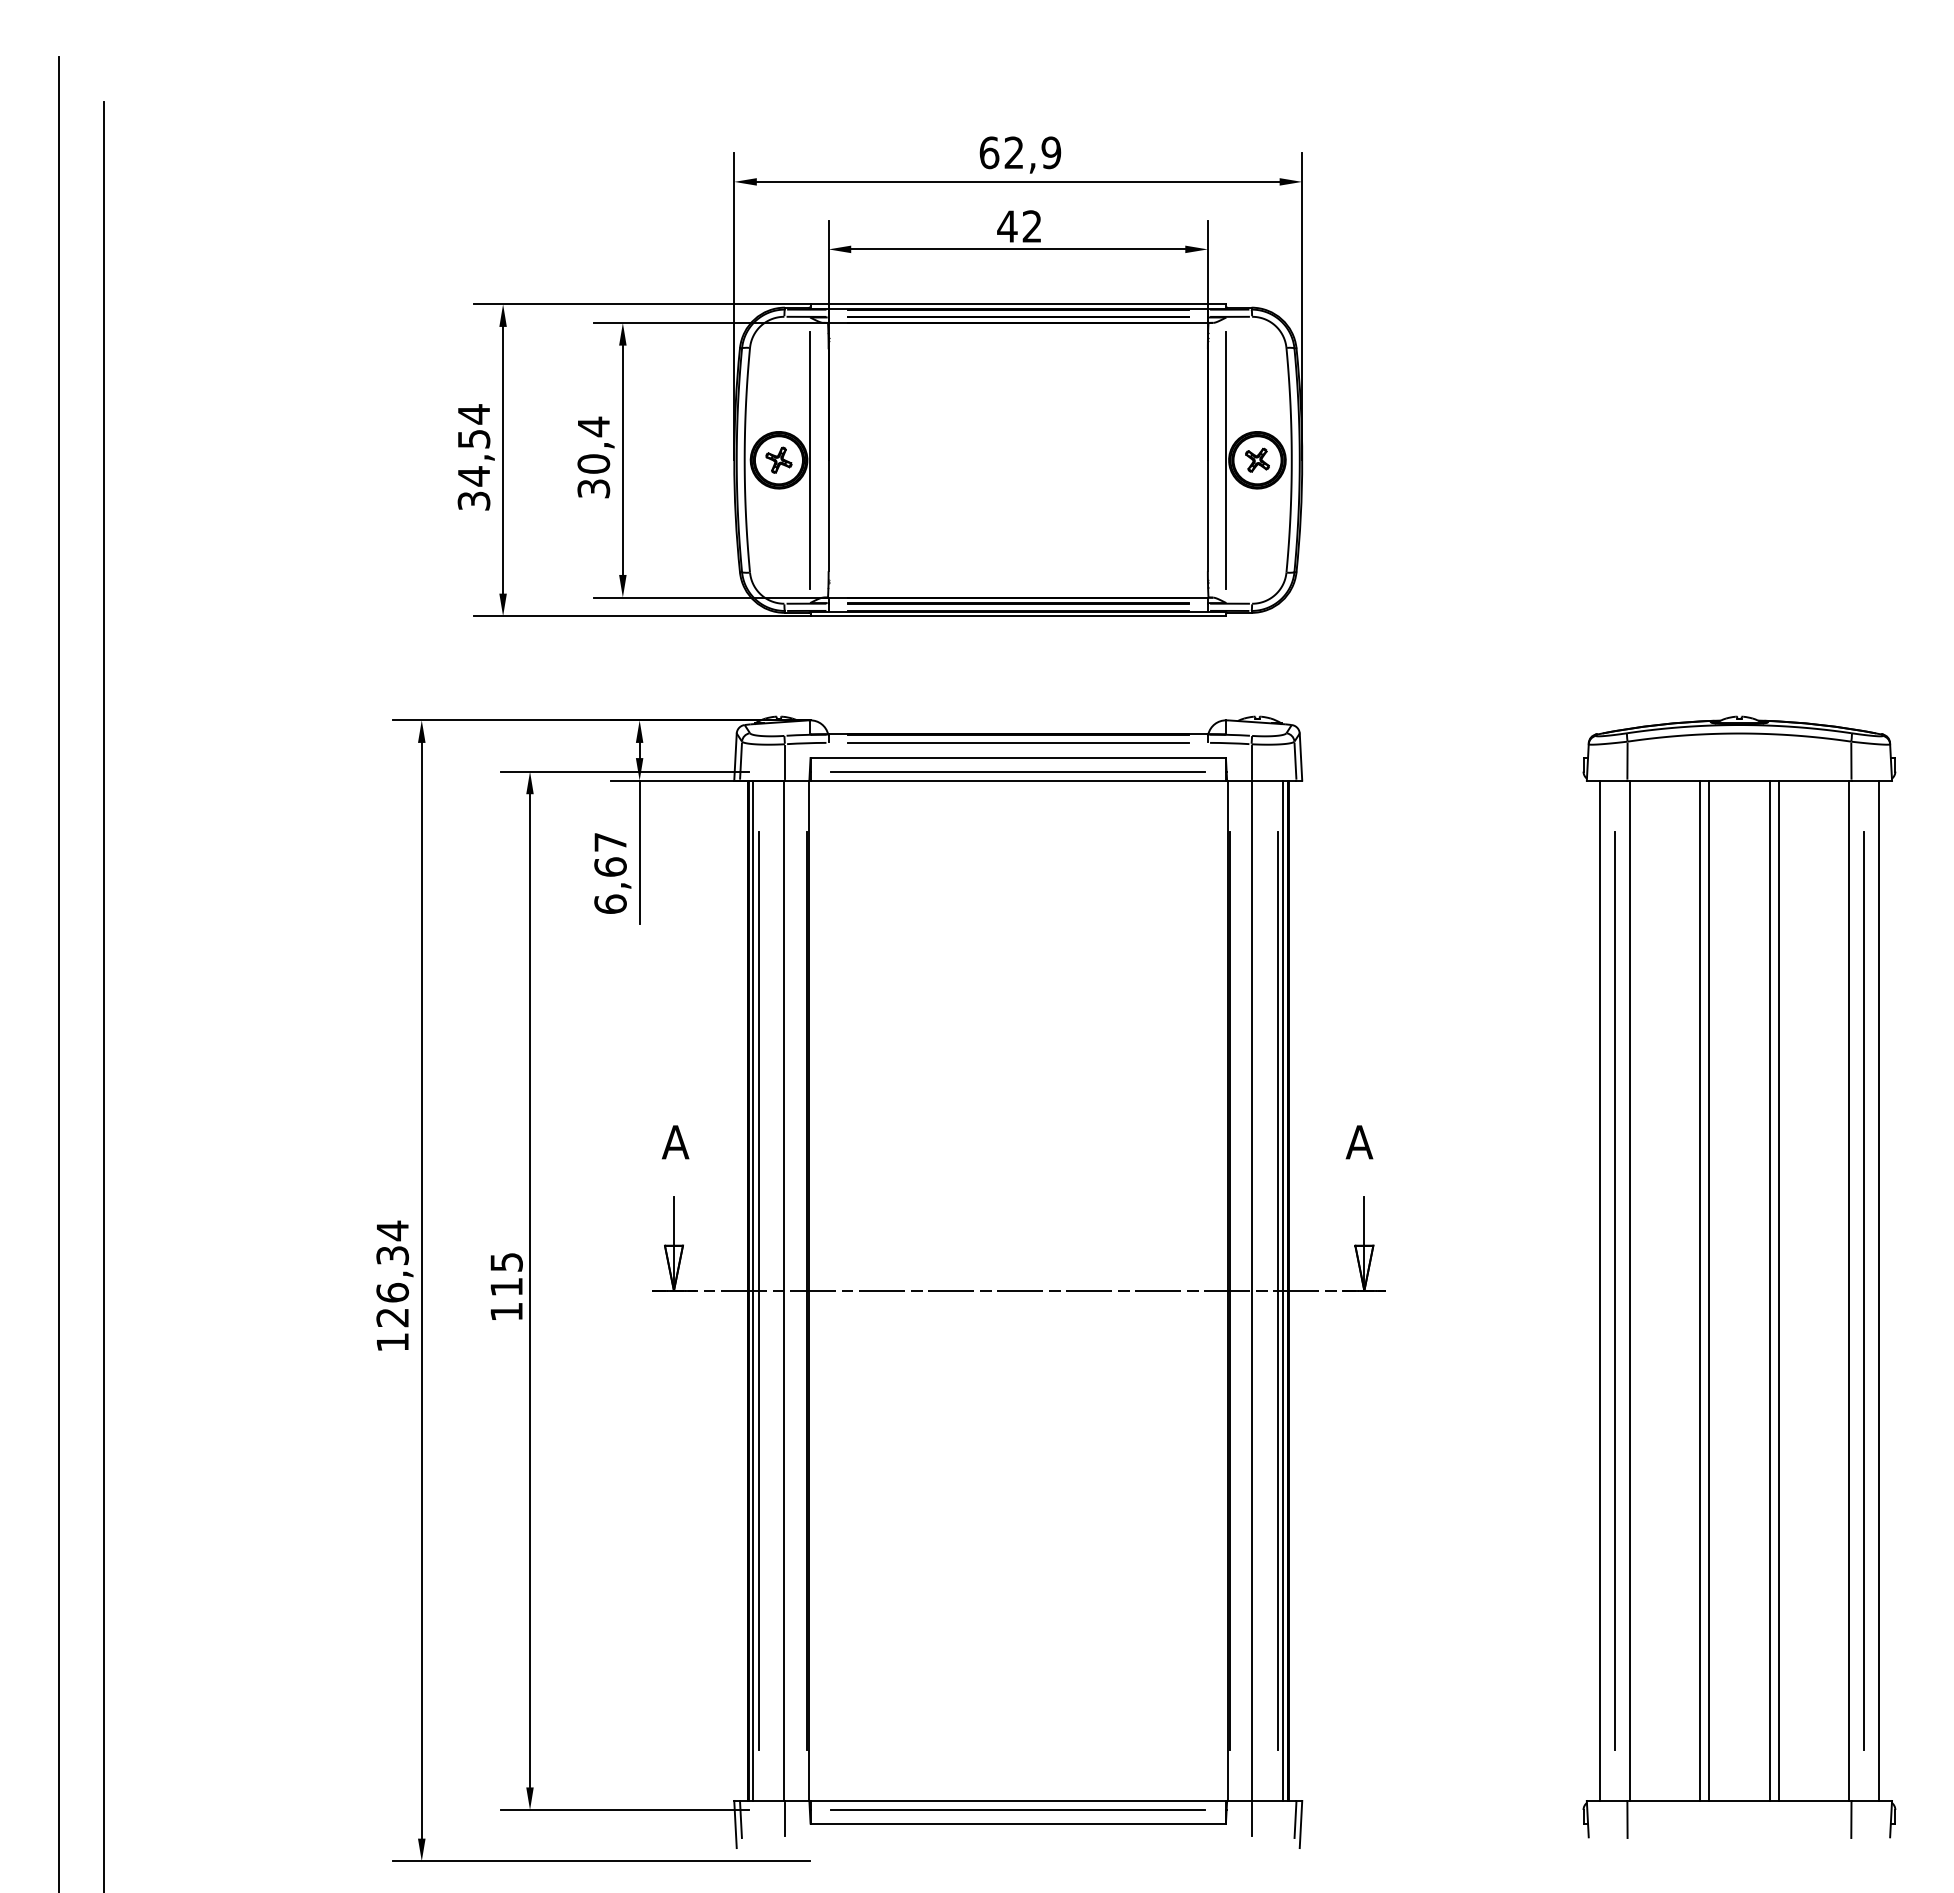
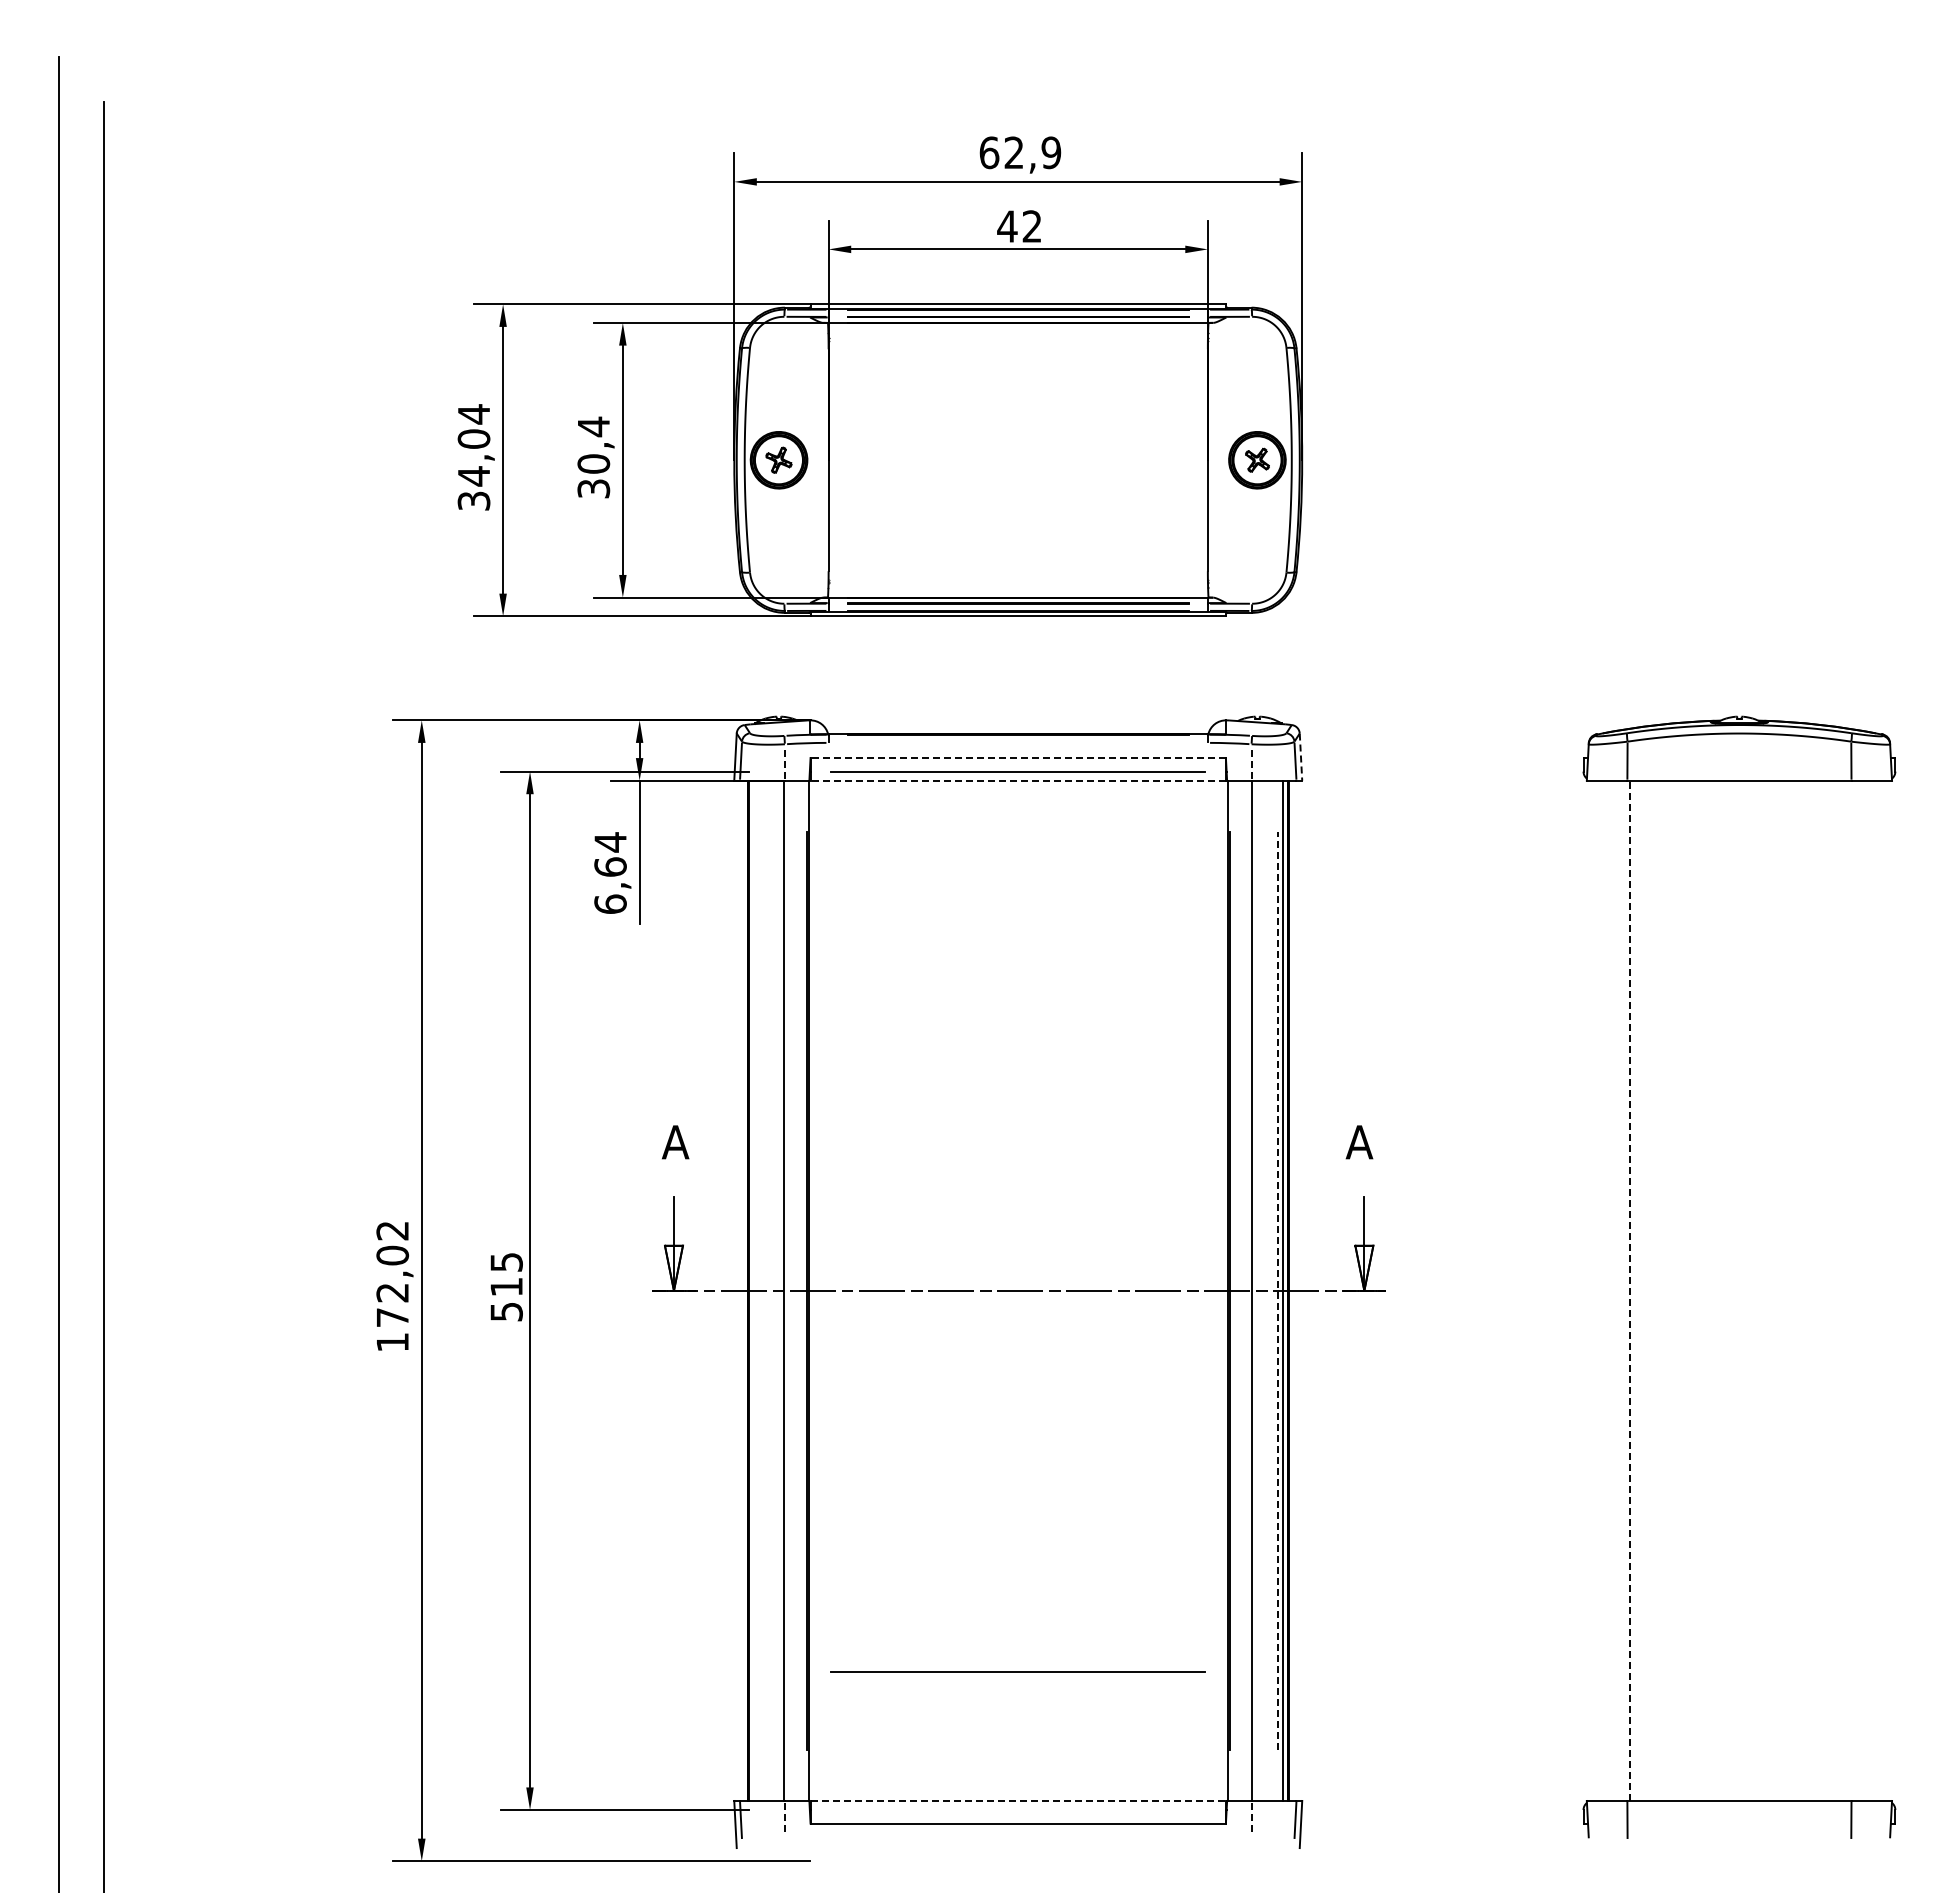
text at (473, 438): 34,54 -> 34,04
line at (810, 459): present -> none
line at (1226, 459): present -> none
line at (1017, 742): present -> none
line at (1300, 757): solid -> dashed
line at (1018, 758): solid -> dashed
line at (784, 761): solid -> dashed
line at (1251, 761): solid -> dashed
line at (1018, 780): solid -> dashed
text at (610, 842): 6,67 -> 6,64
text at (392, 1273): 126,34 -> 172,02
line at (753, 1290): present -> none
line at (758, 1290): present -> none
line at (1277, 1290): solid -> dashed
line at (1599, 1290): present -> none
line at (1614, 1290): present -> none
line at (1630, 1290): solid -> dashed
line at (1699, 1290): present -> none
line at (1708, 1290): present -> none
line at (1769, 1290): present -> none
line at (1778, 1290): present -> none
line at (1848, 1290): present -> none
line at (1863, 1290): present -> none
line at (1878, 1290): present -> none
text at (506, 1312): 115 -> 515
line at (1018, 1800): solid -> dashed
line at (1017, 1809) position: (1017, 1809) -> (1017, 1671)
line at (784, 1819): solid -> dashed
line at (1251, 1819): solid -> dashed
